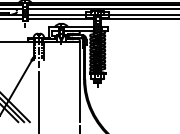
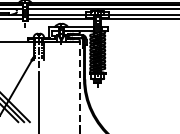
line at (79, 81): solid -> dashed
